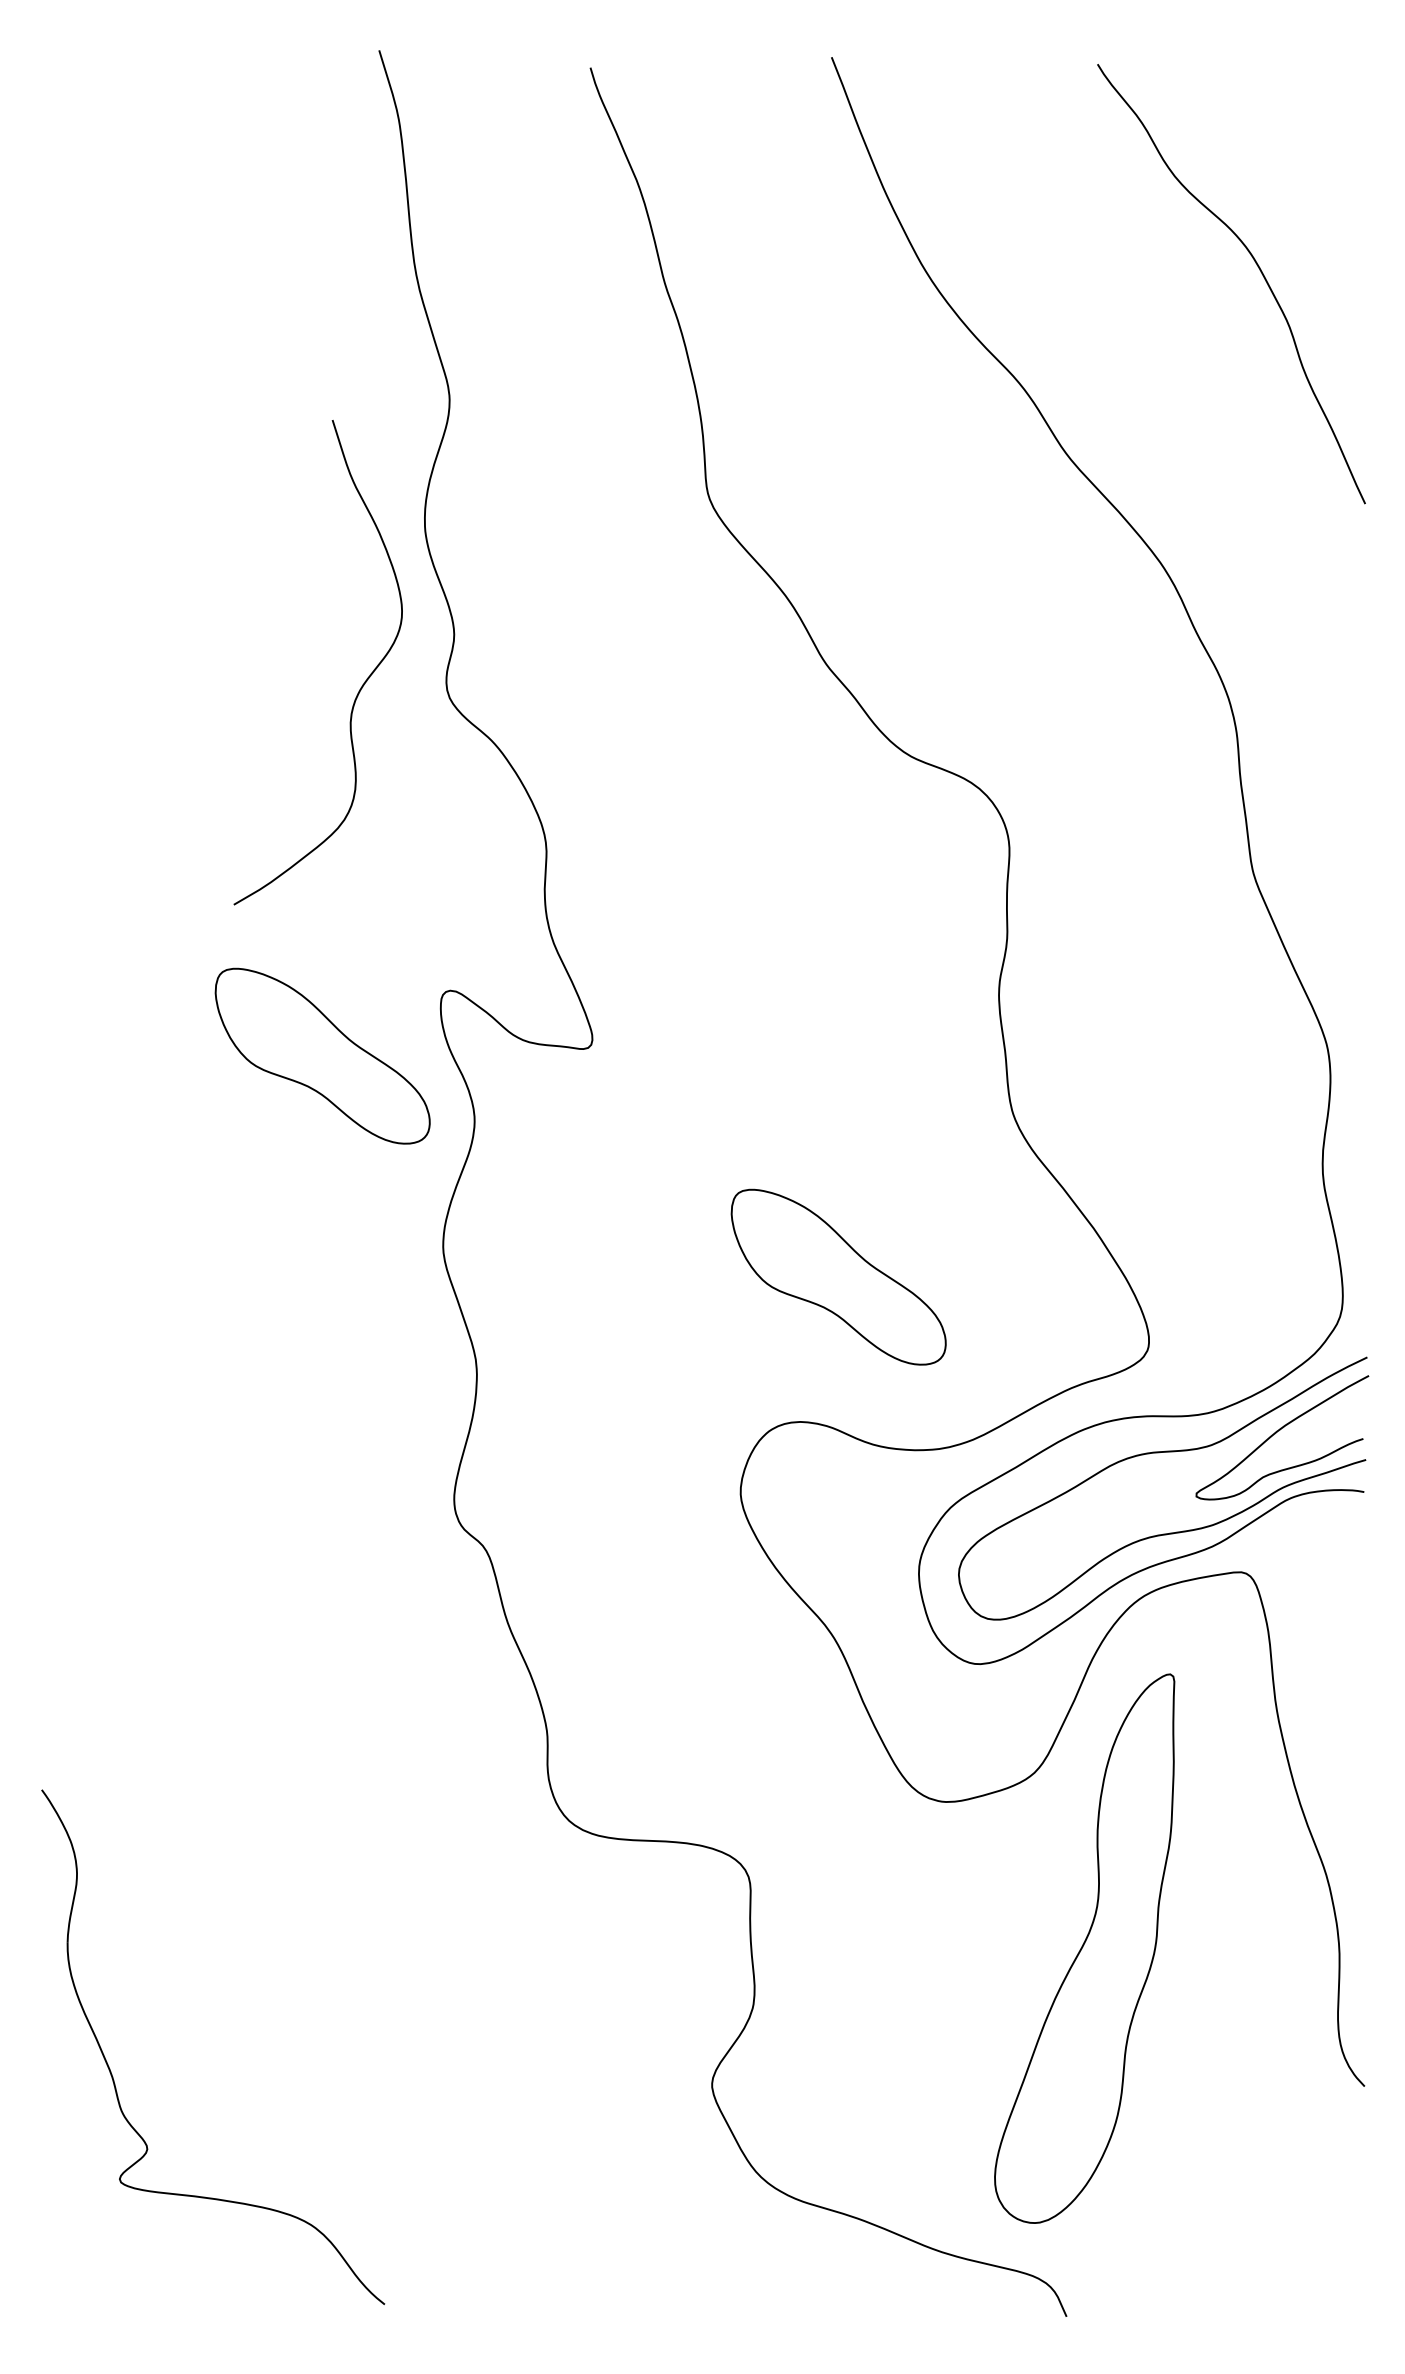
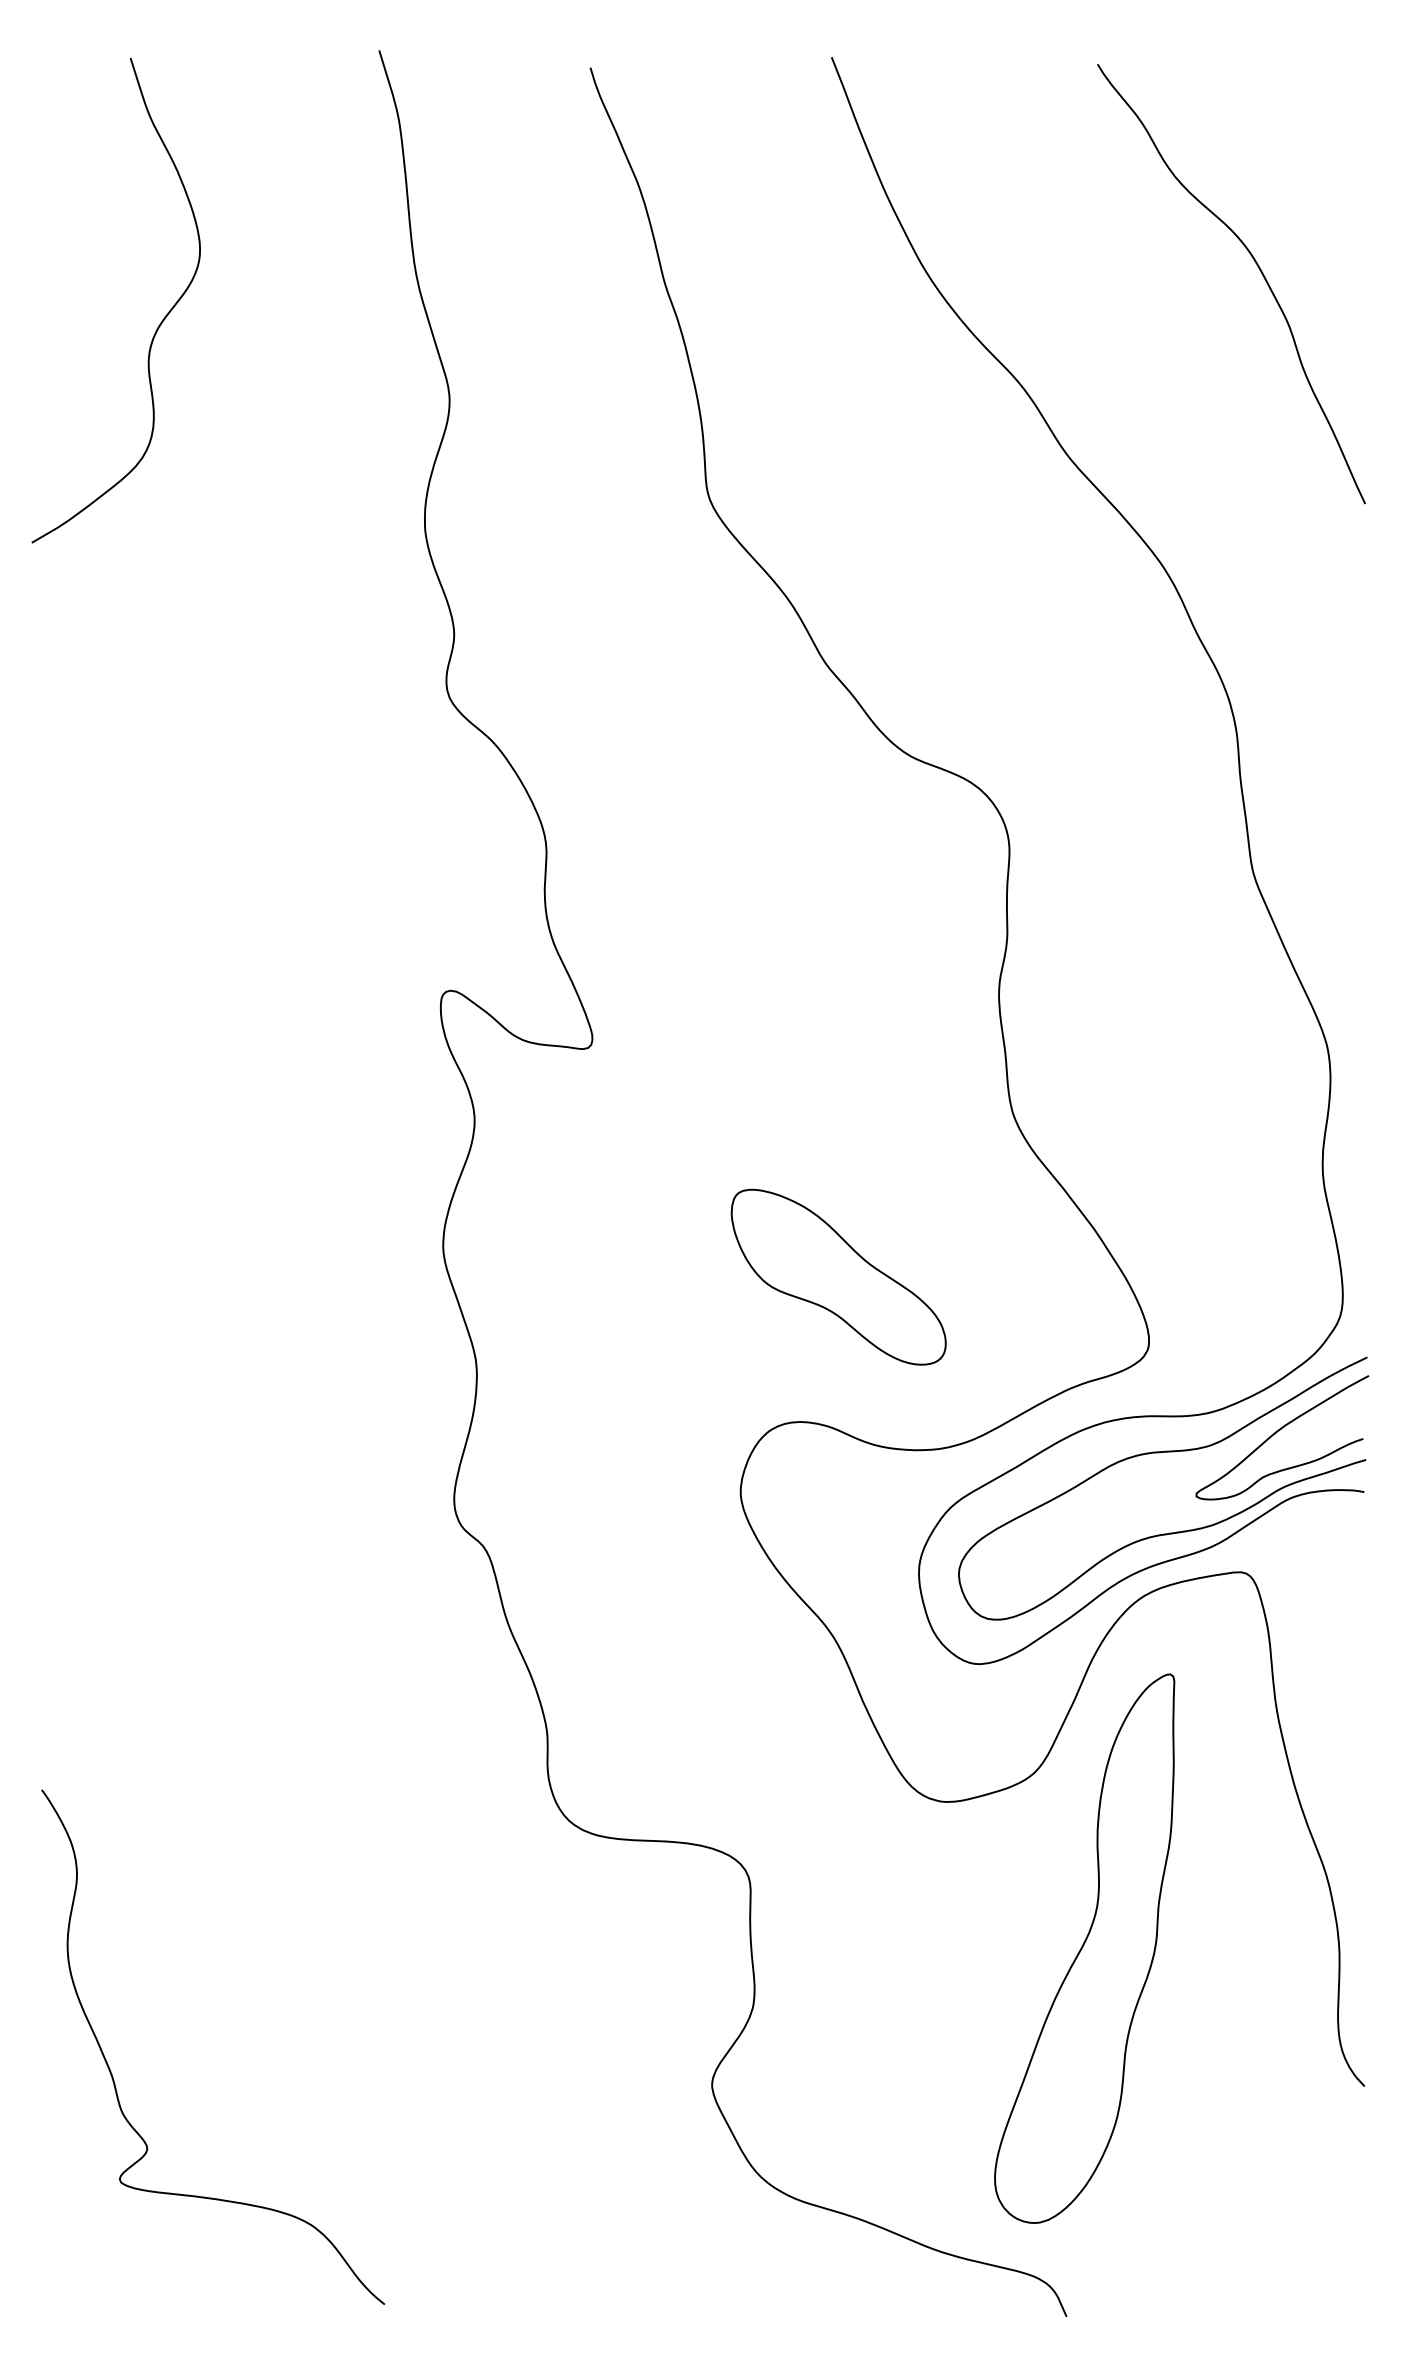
curve at (360, 687) position: (360, 687) -> (158, 325)
part at (322, 1055): present -> none
